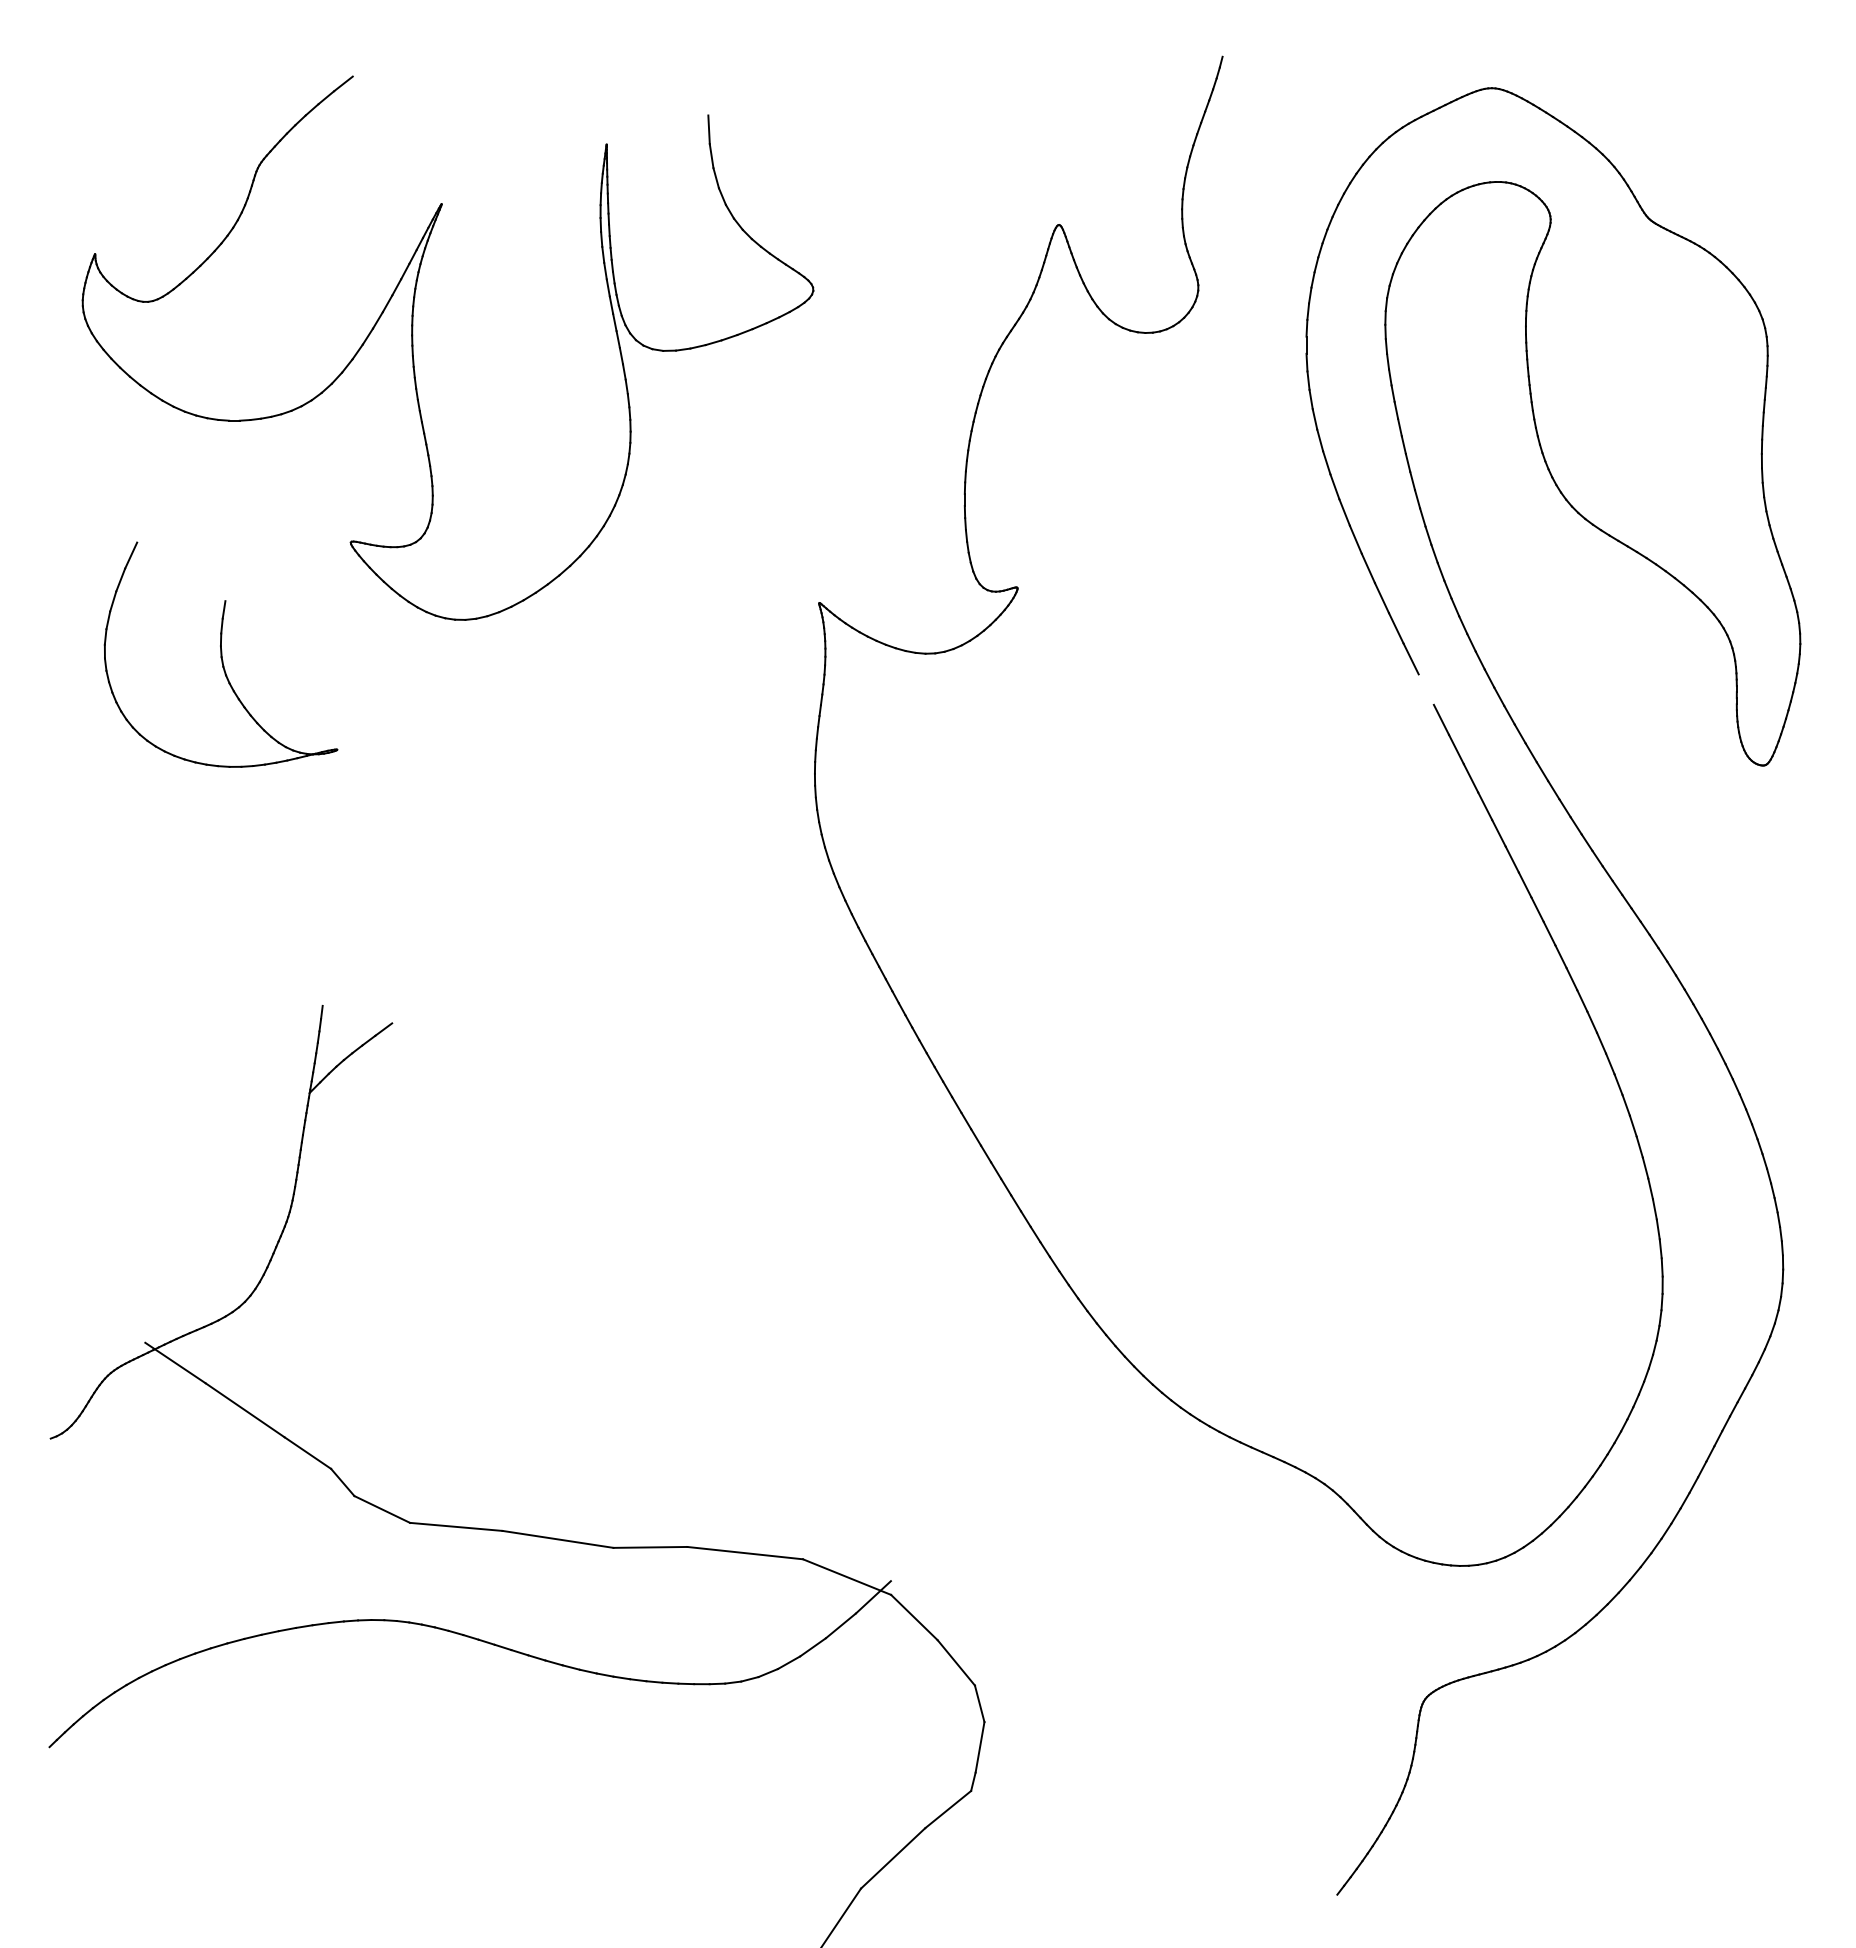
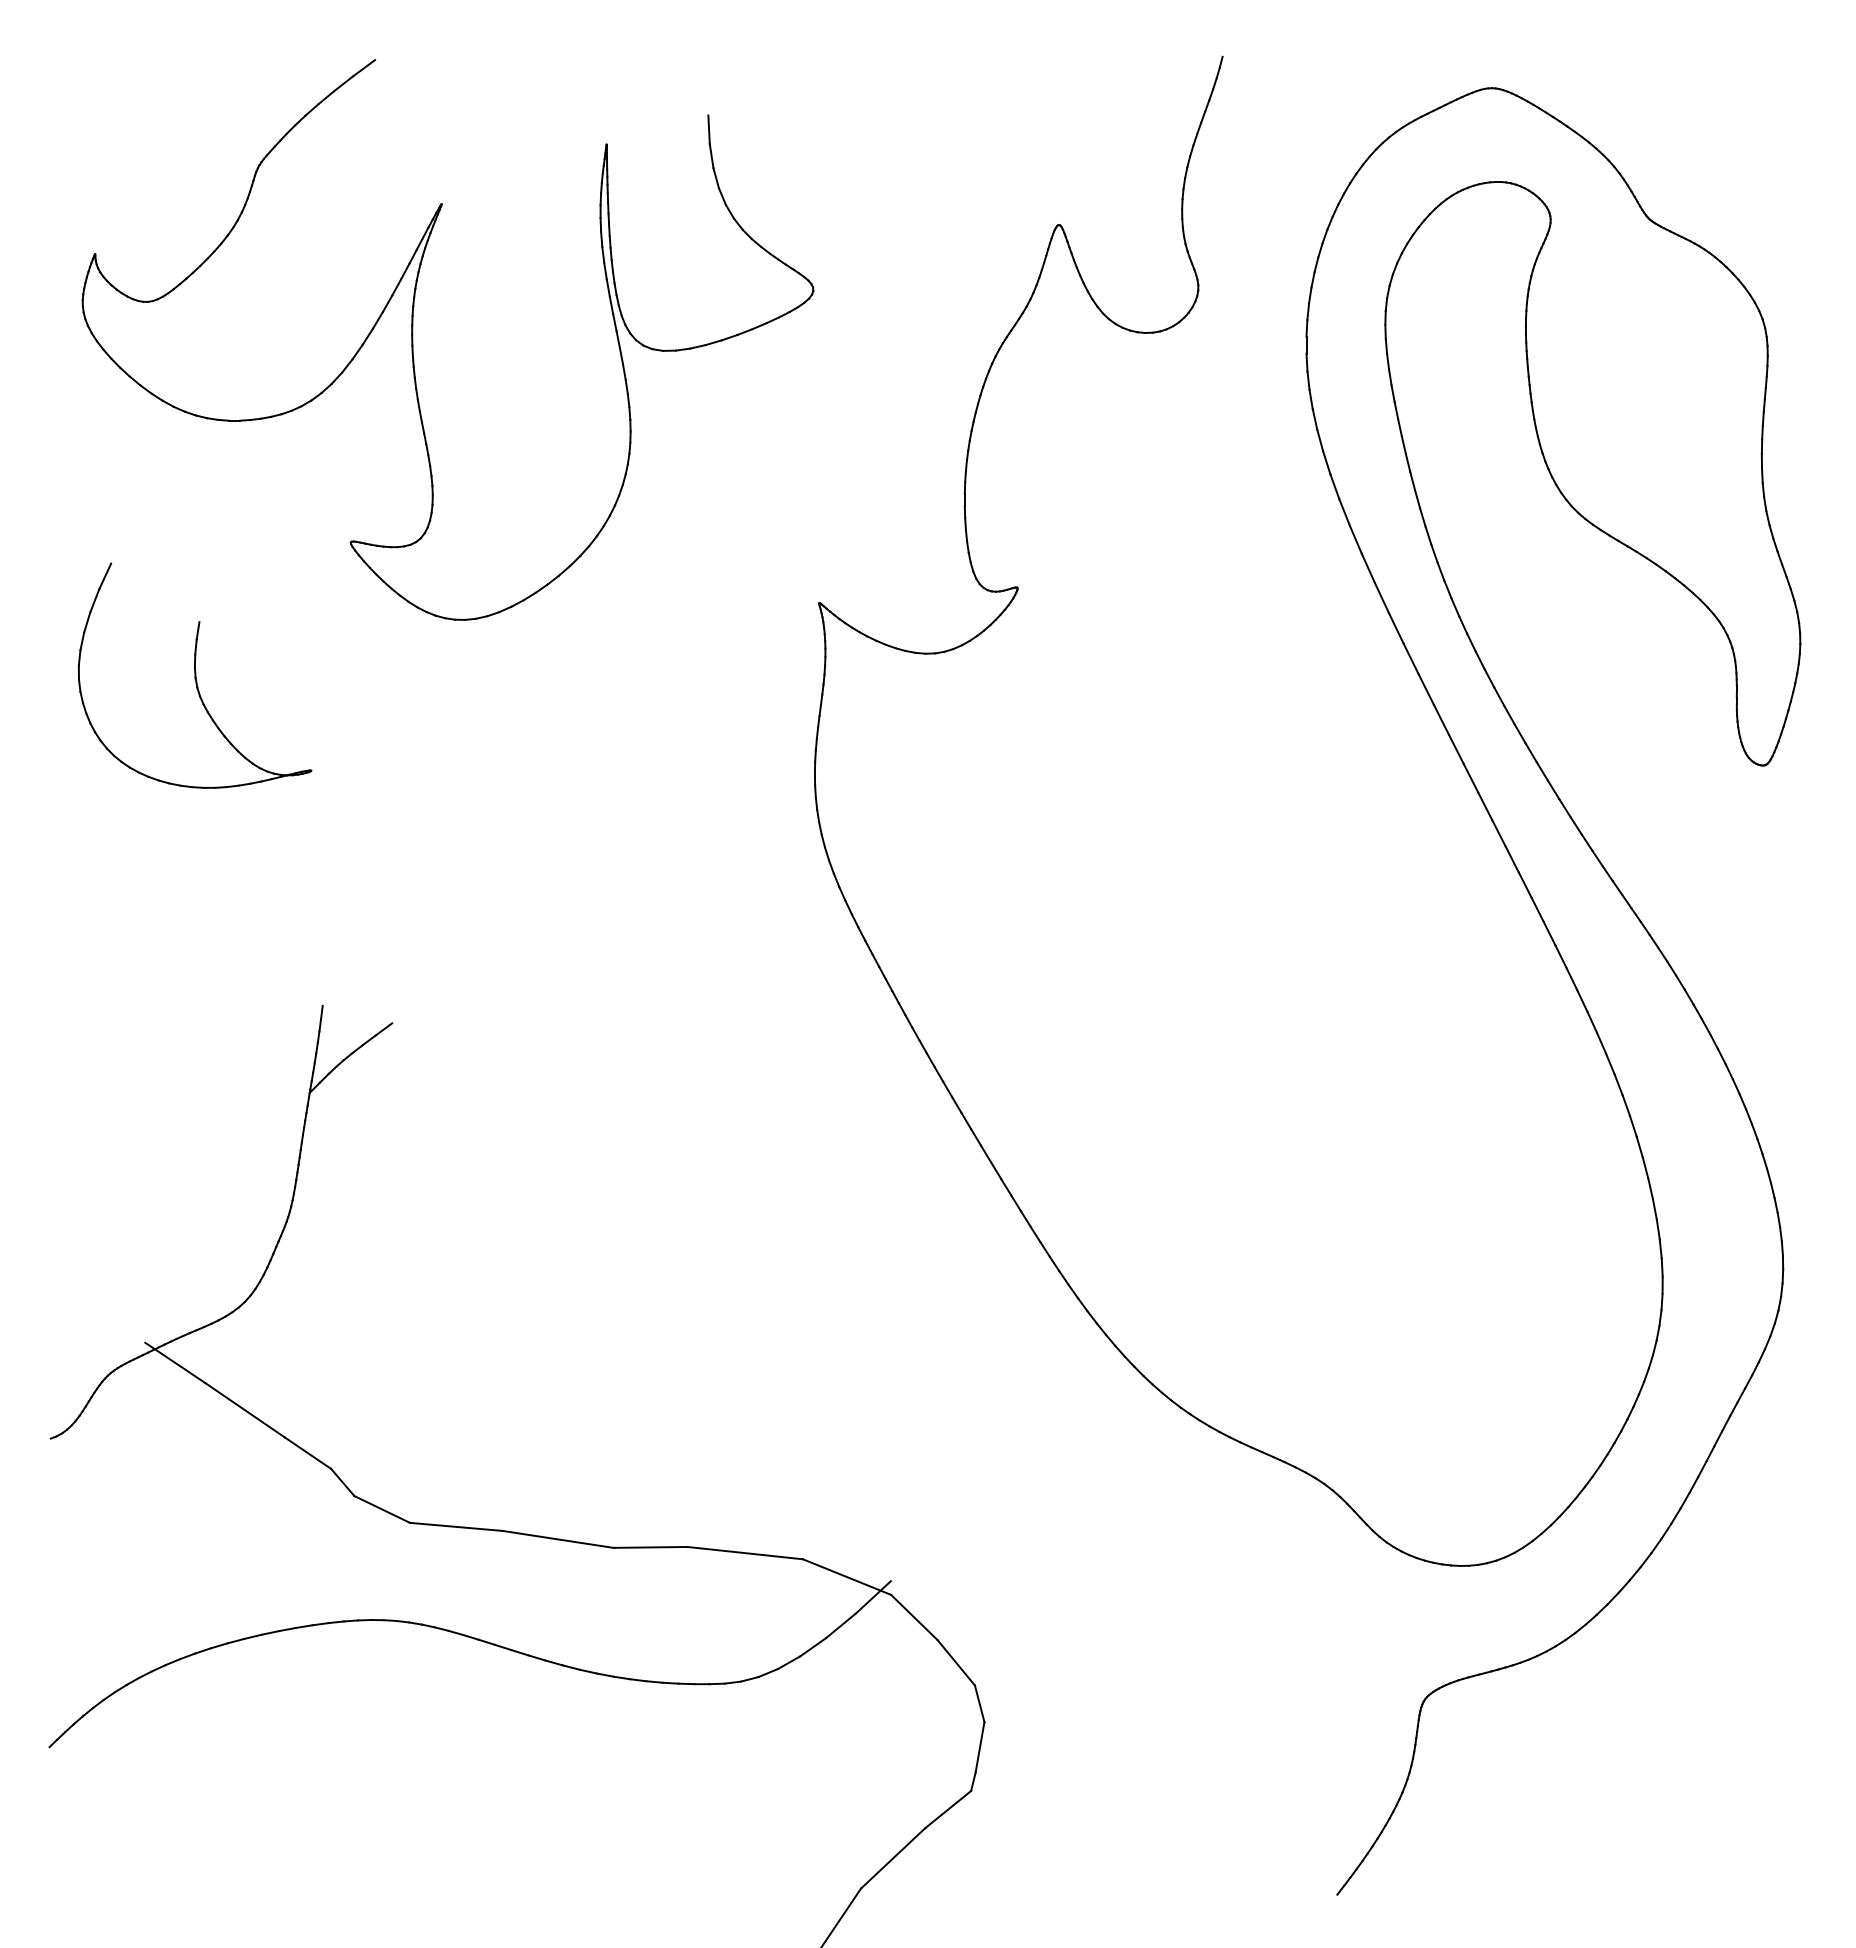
line at (363, 68): none -> present
part at (220, 654) position: (220, 654) -> (194, 675)
line at (1425, 689): none -> present
